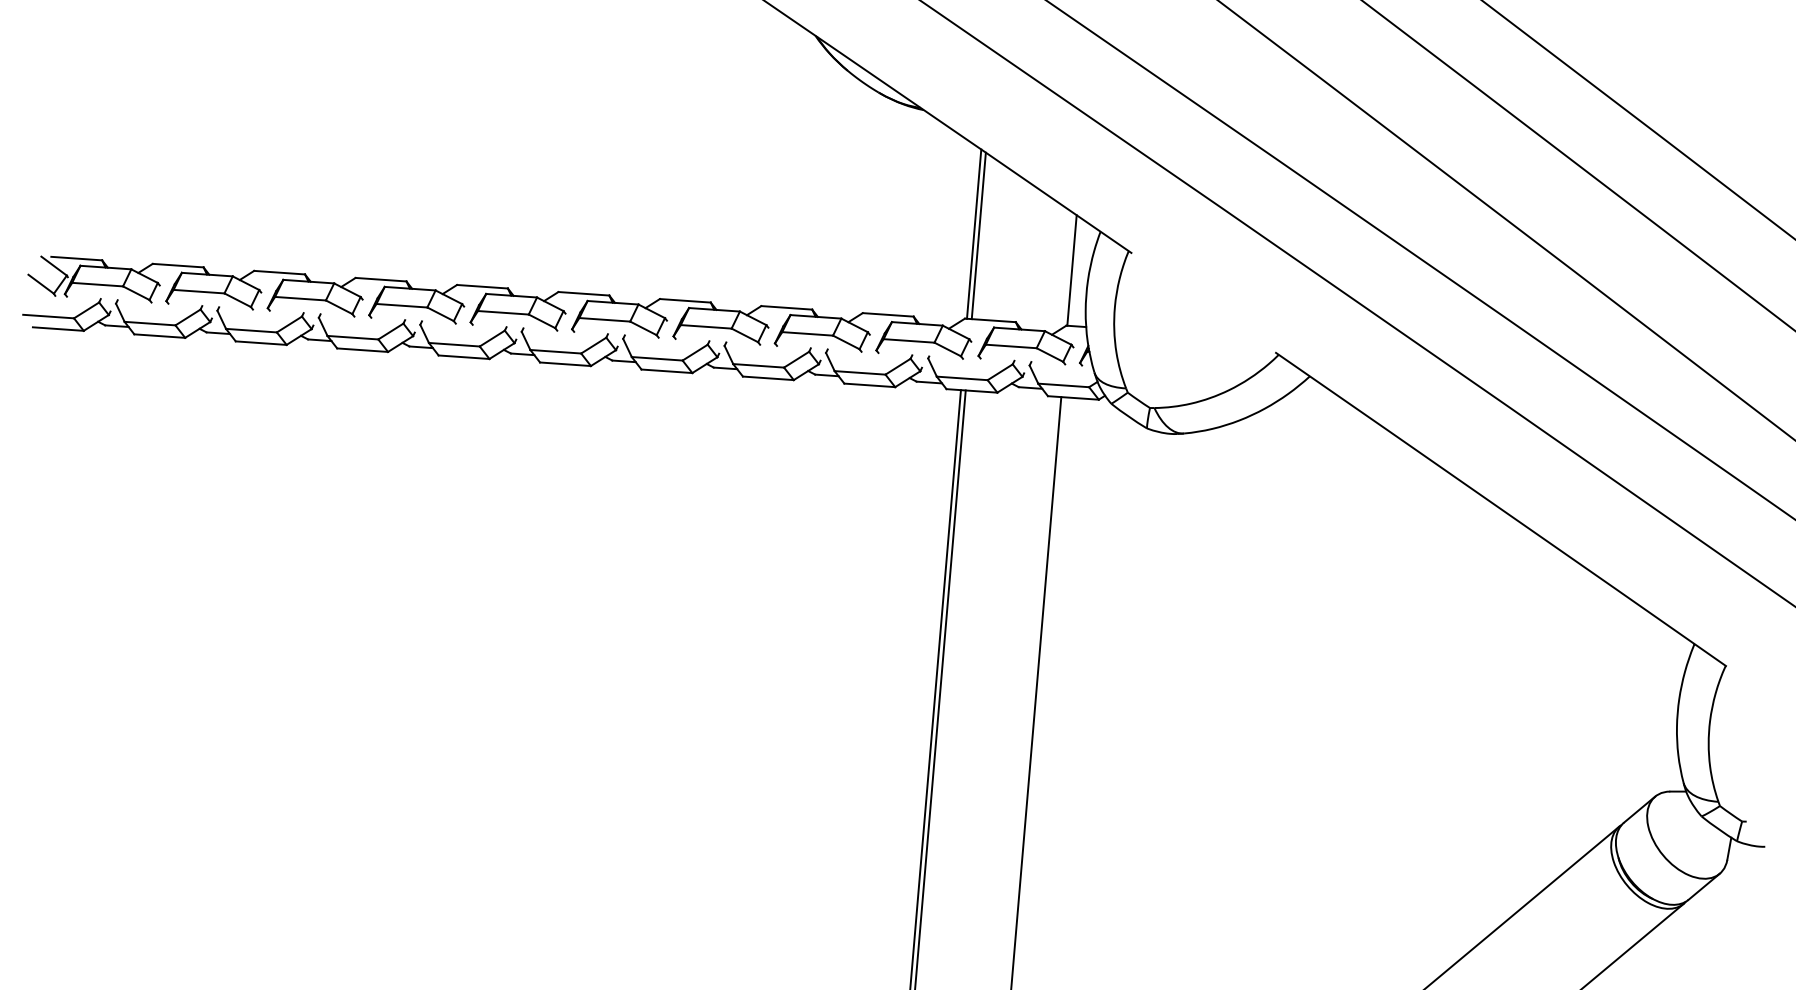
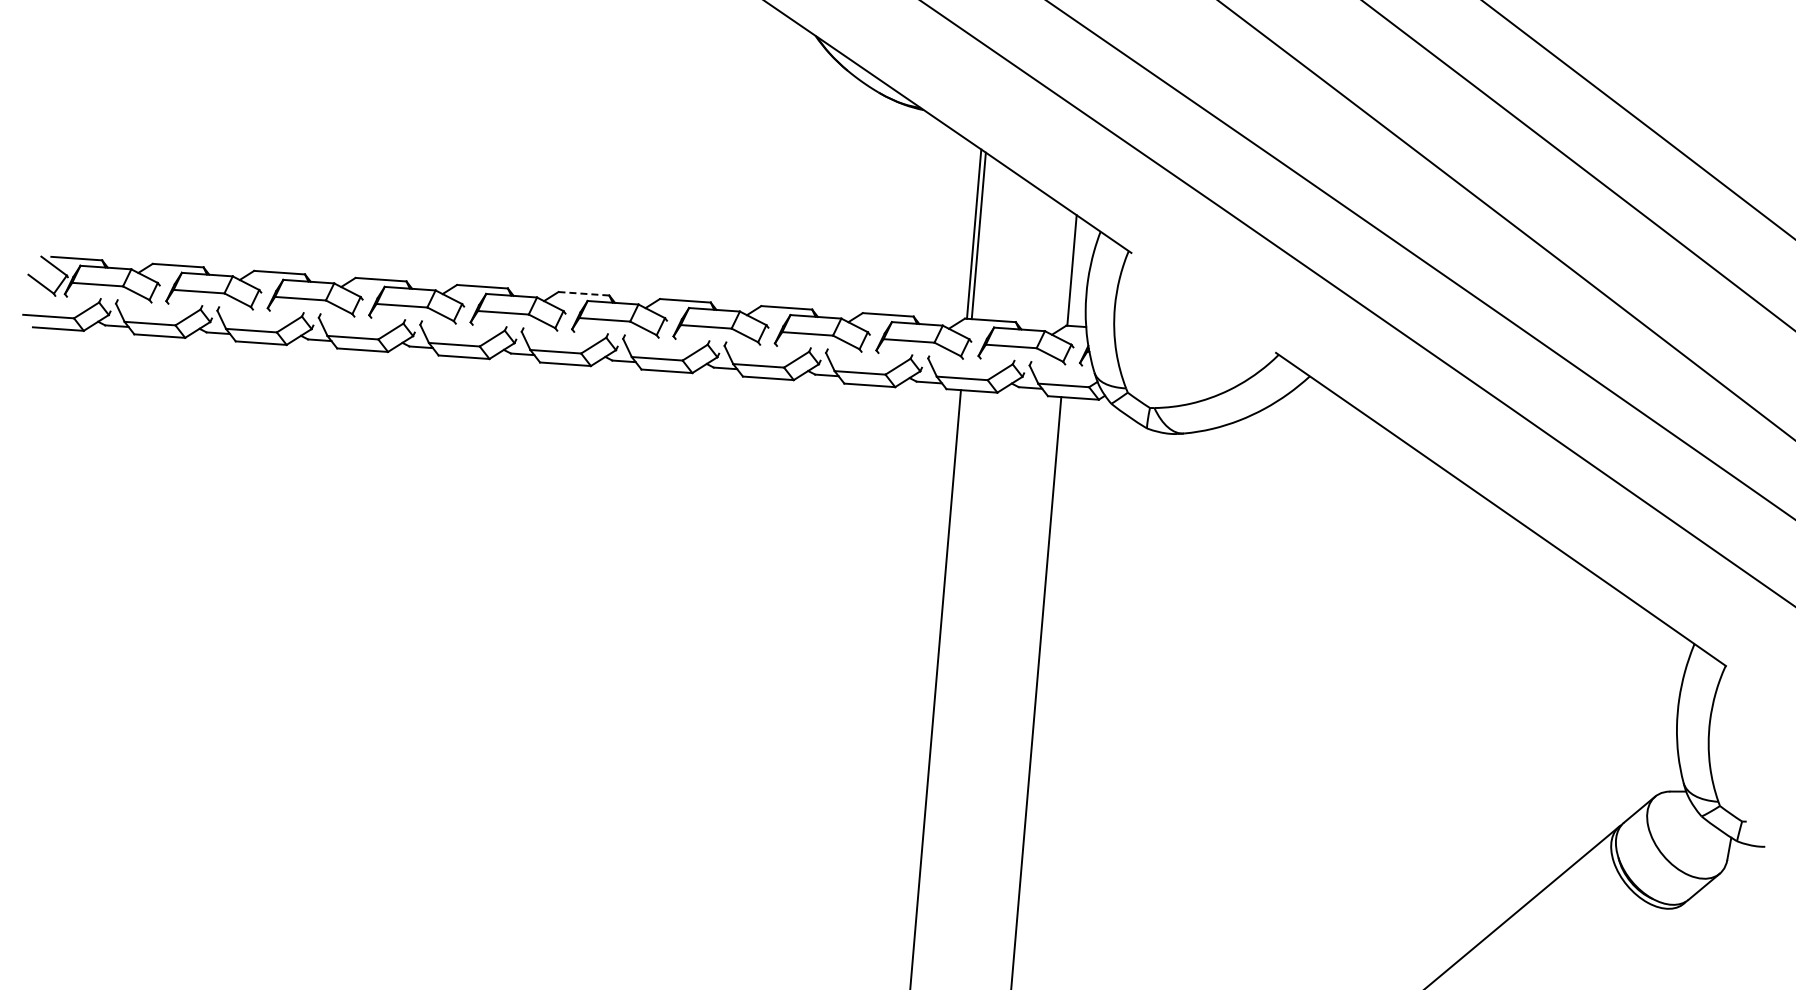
line at (583, 293): solid -> dashed
line at (940, 688): present -> none
line at (1633, 944): present -> none
